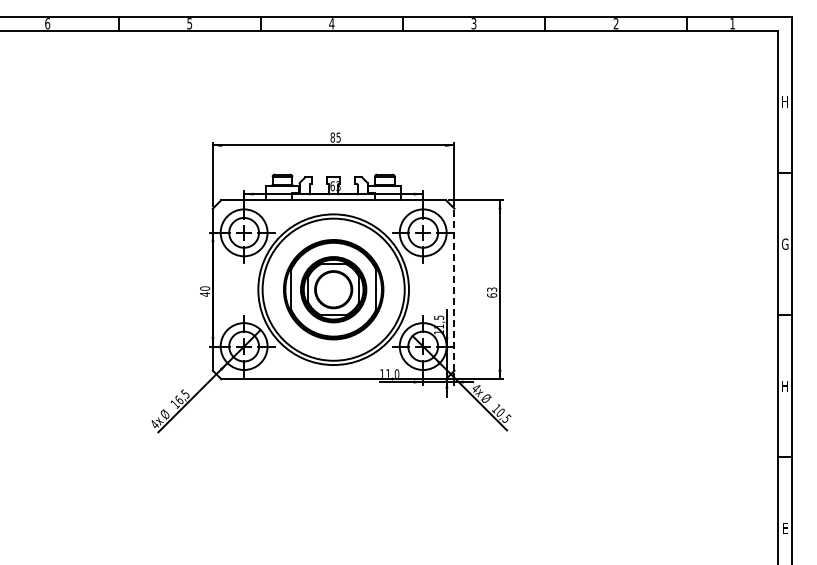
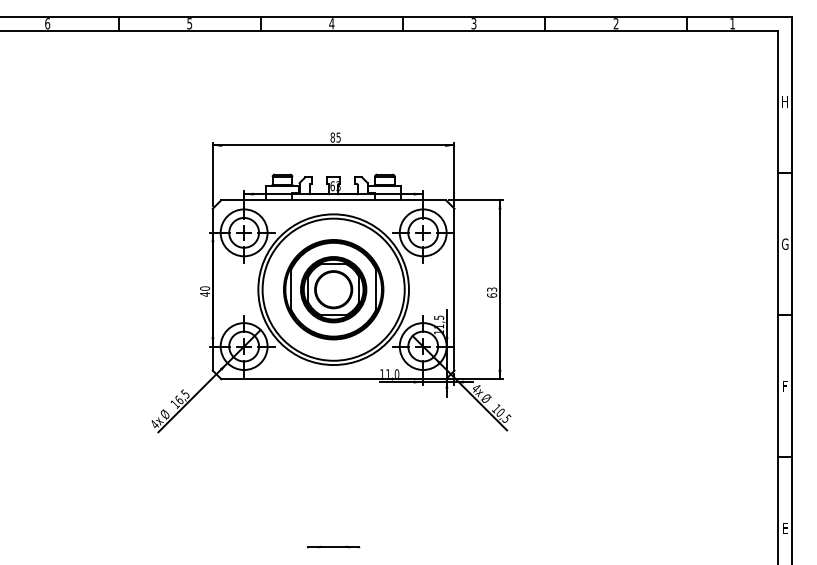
line at (454, 289): dashed -> solid
text at (784, 386): H -> F
part at (333, 546): none -> present
